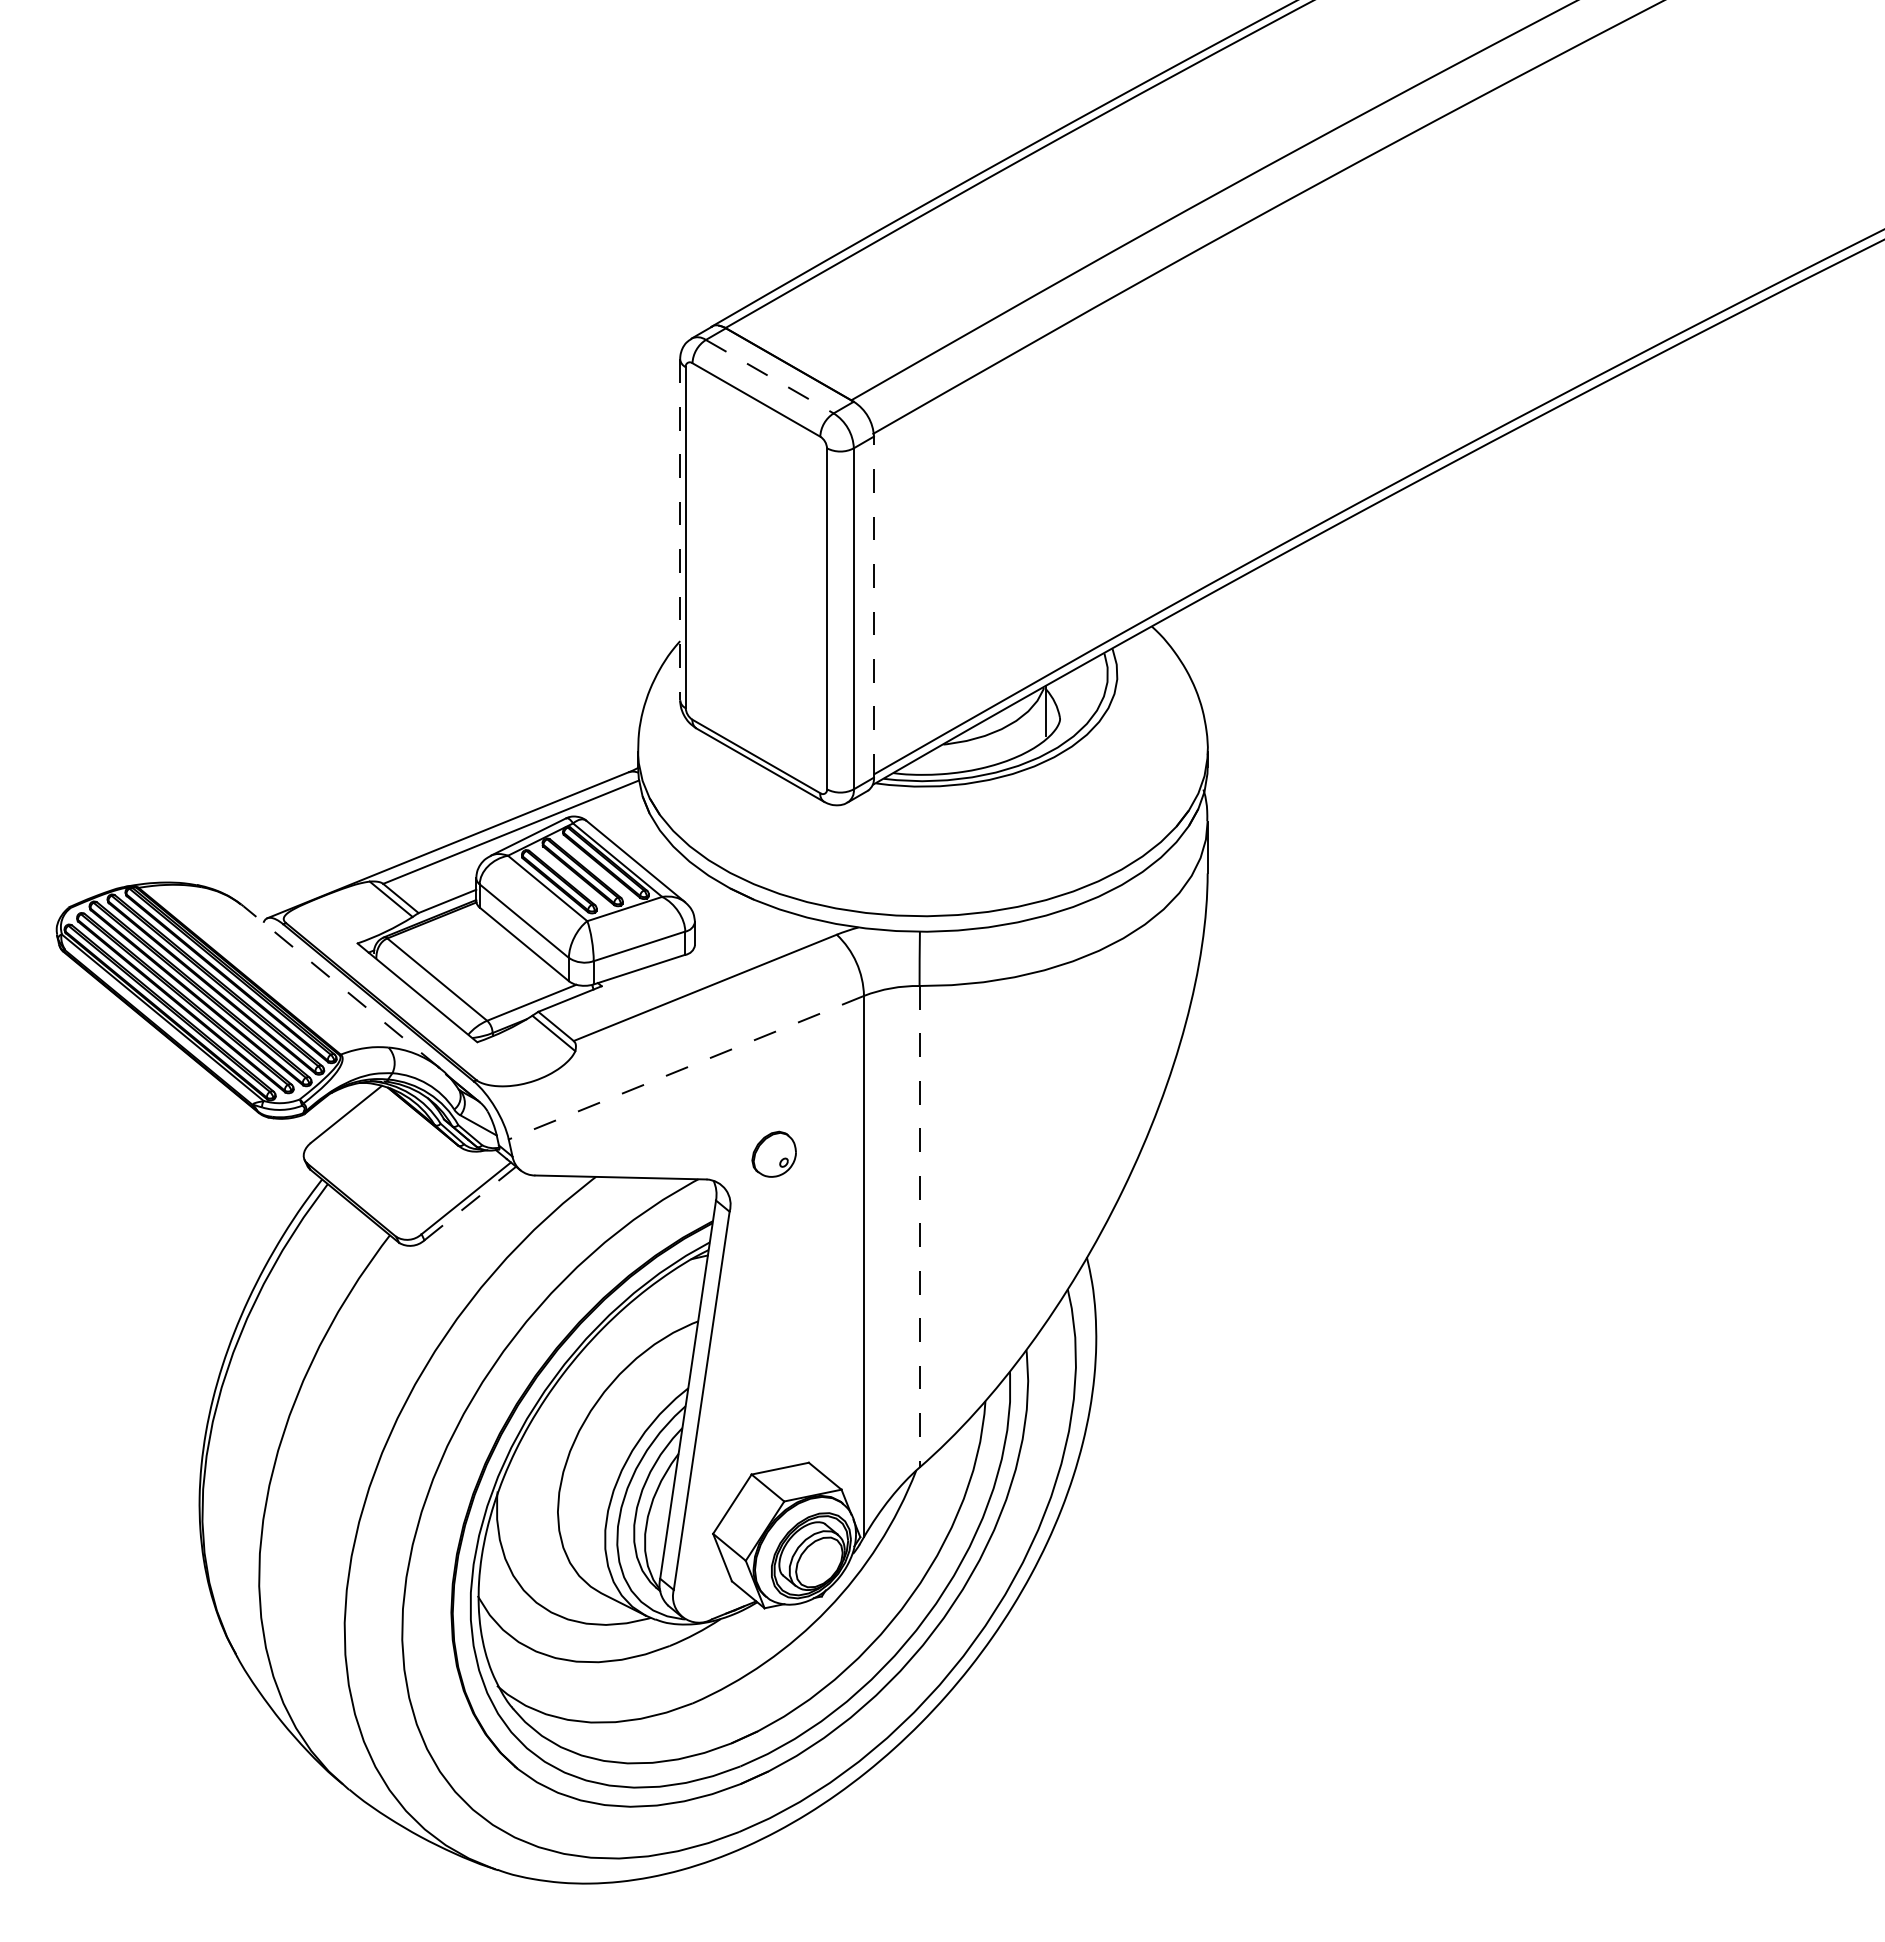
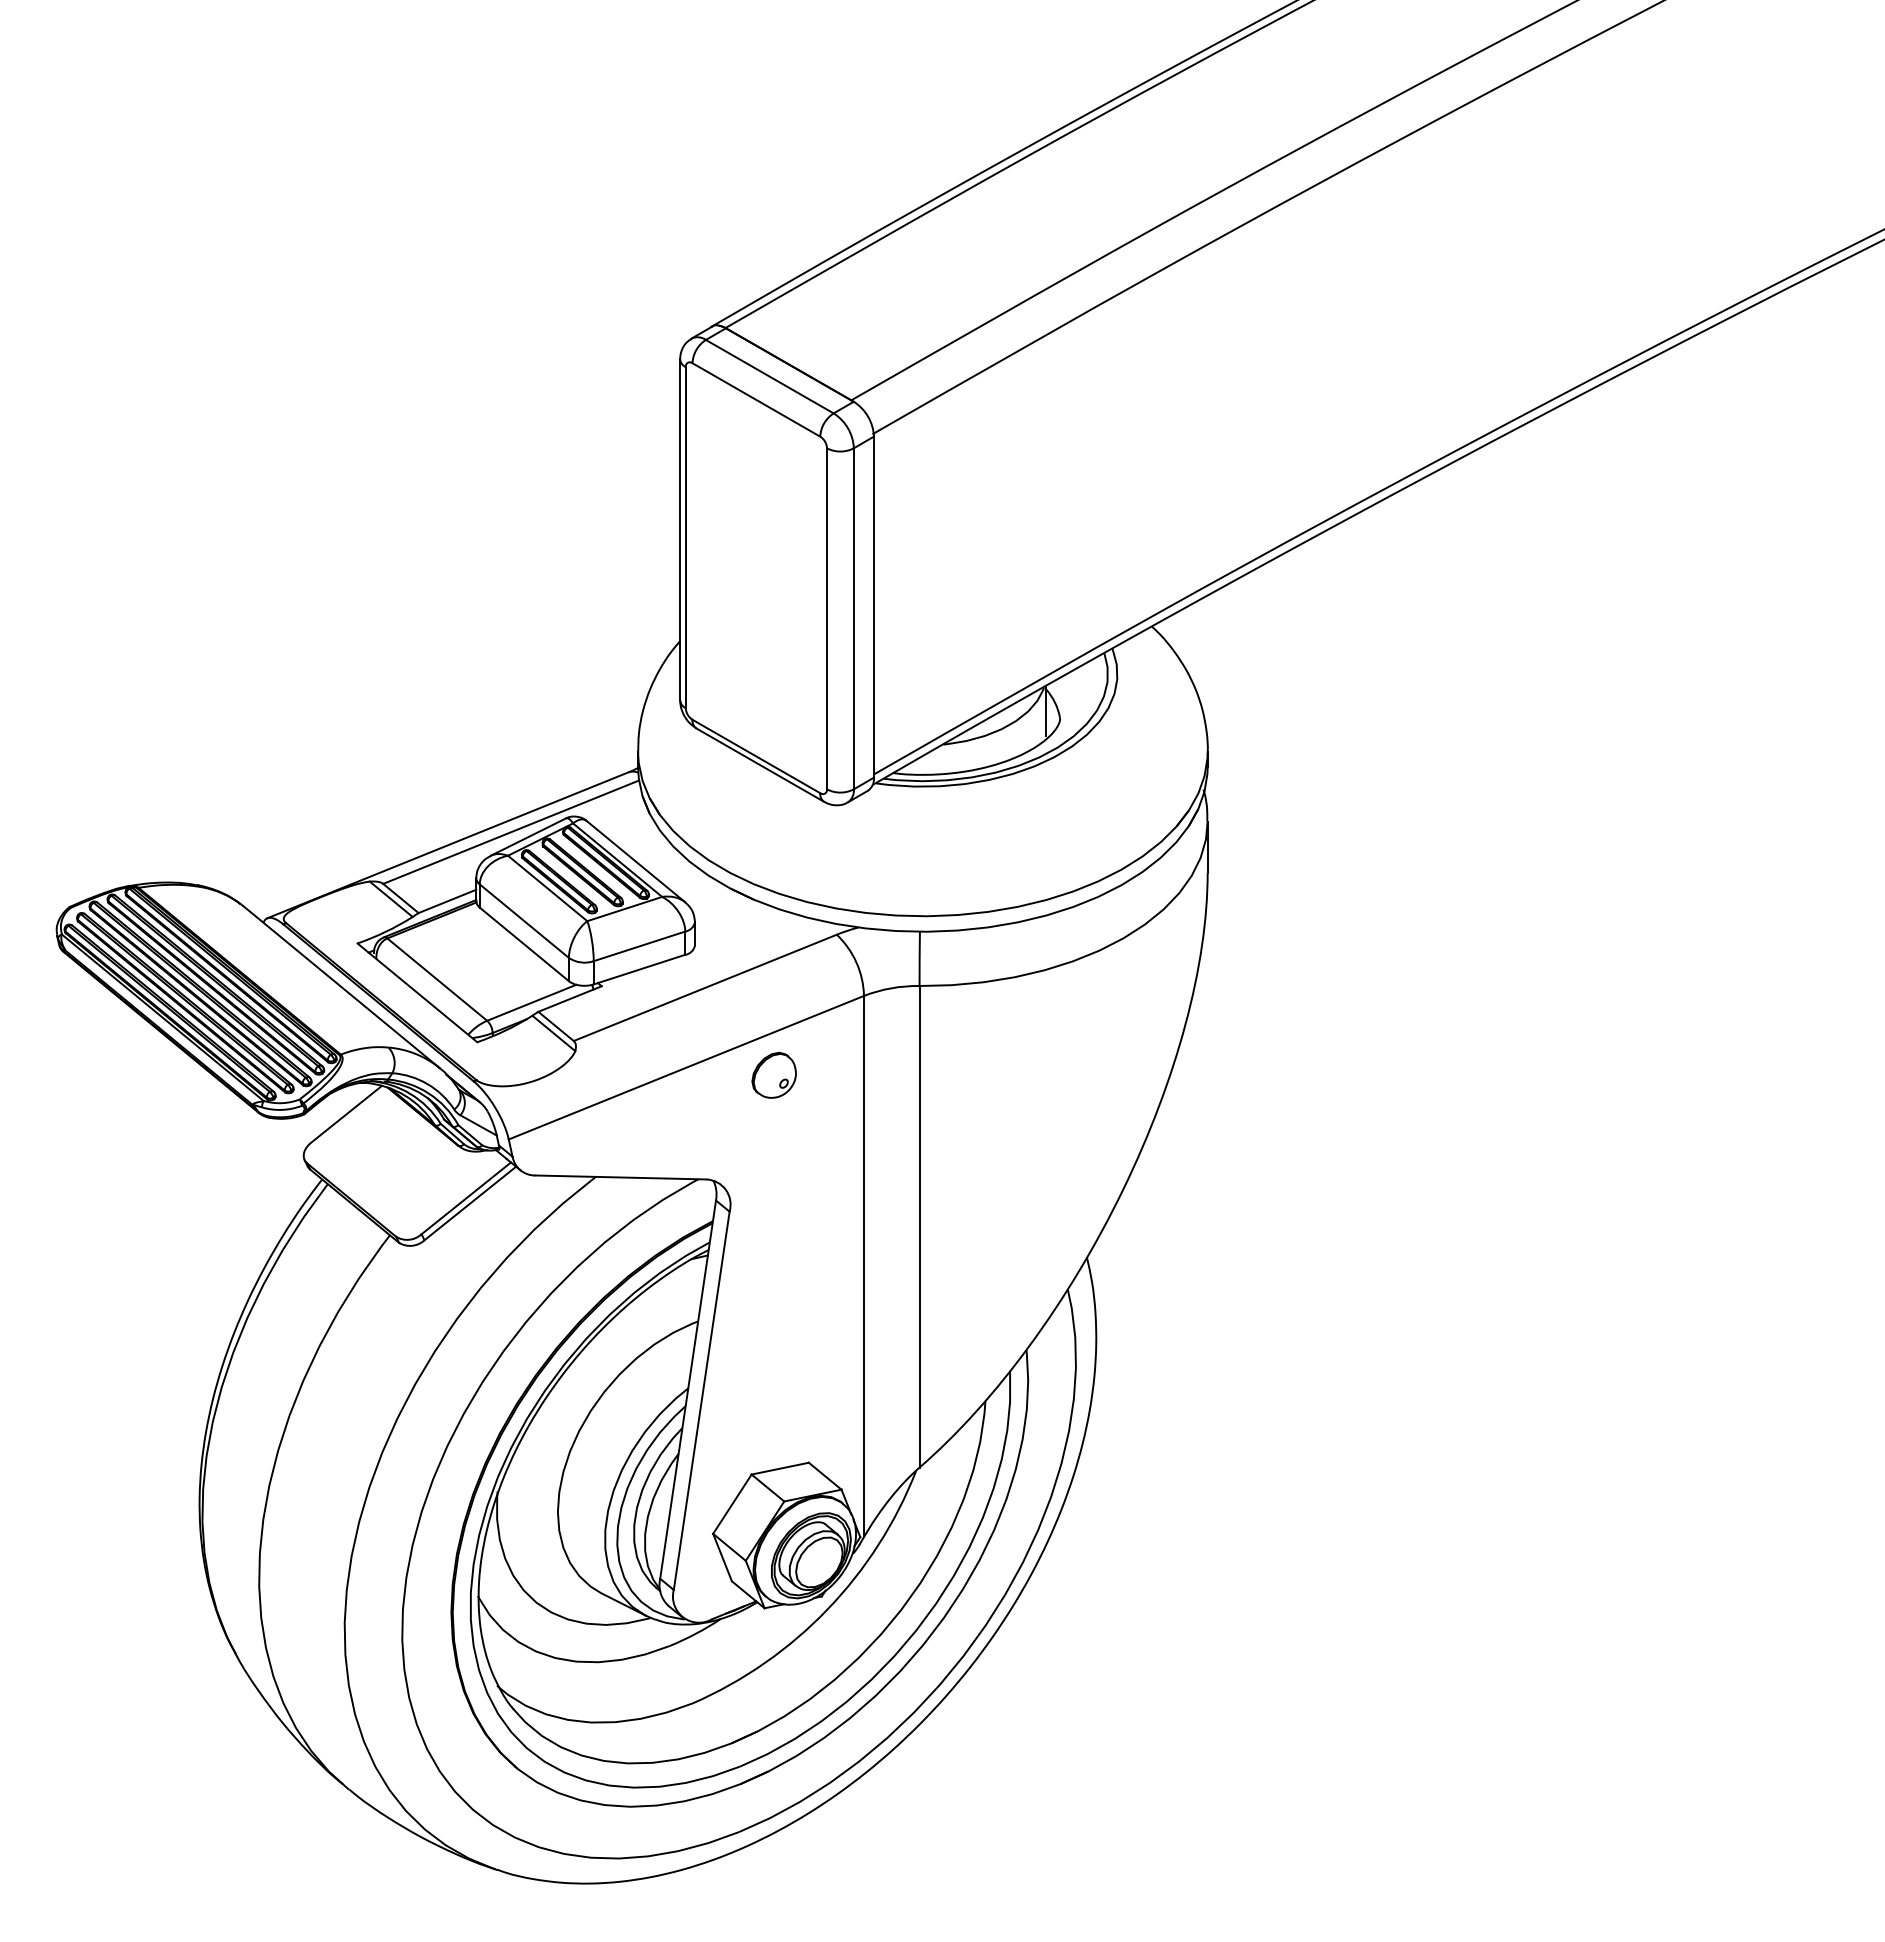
line at (769, 376): dashed -> solid
line at (680, 529): dashed -> solid
line at (873, 607): dashed -> solid
line at (341, 986): dashed -> solid
line at (686, 1067): dashed -> solid
part at (773, 1153) position: (773, 1153) -> (773, 1074)
line at (470, 1203): dashed -> solid
line at (919, 1226): dashed -> solid
